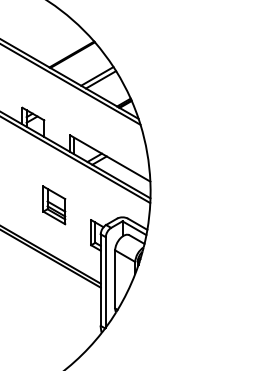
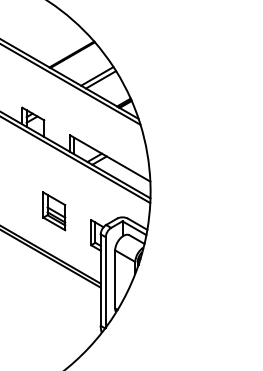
part at (54, 205) position: (54, 205) -> (54, 211)
